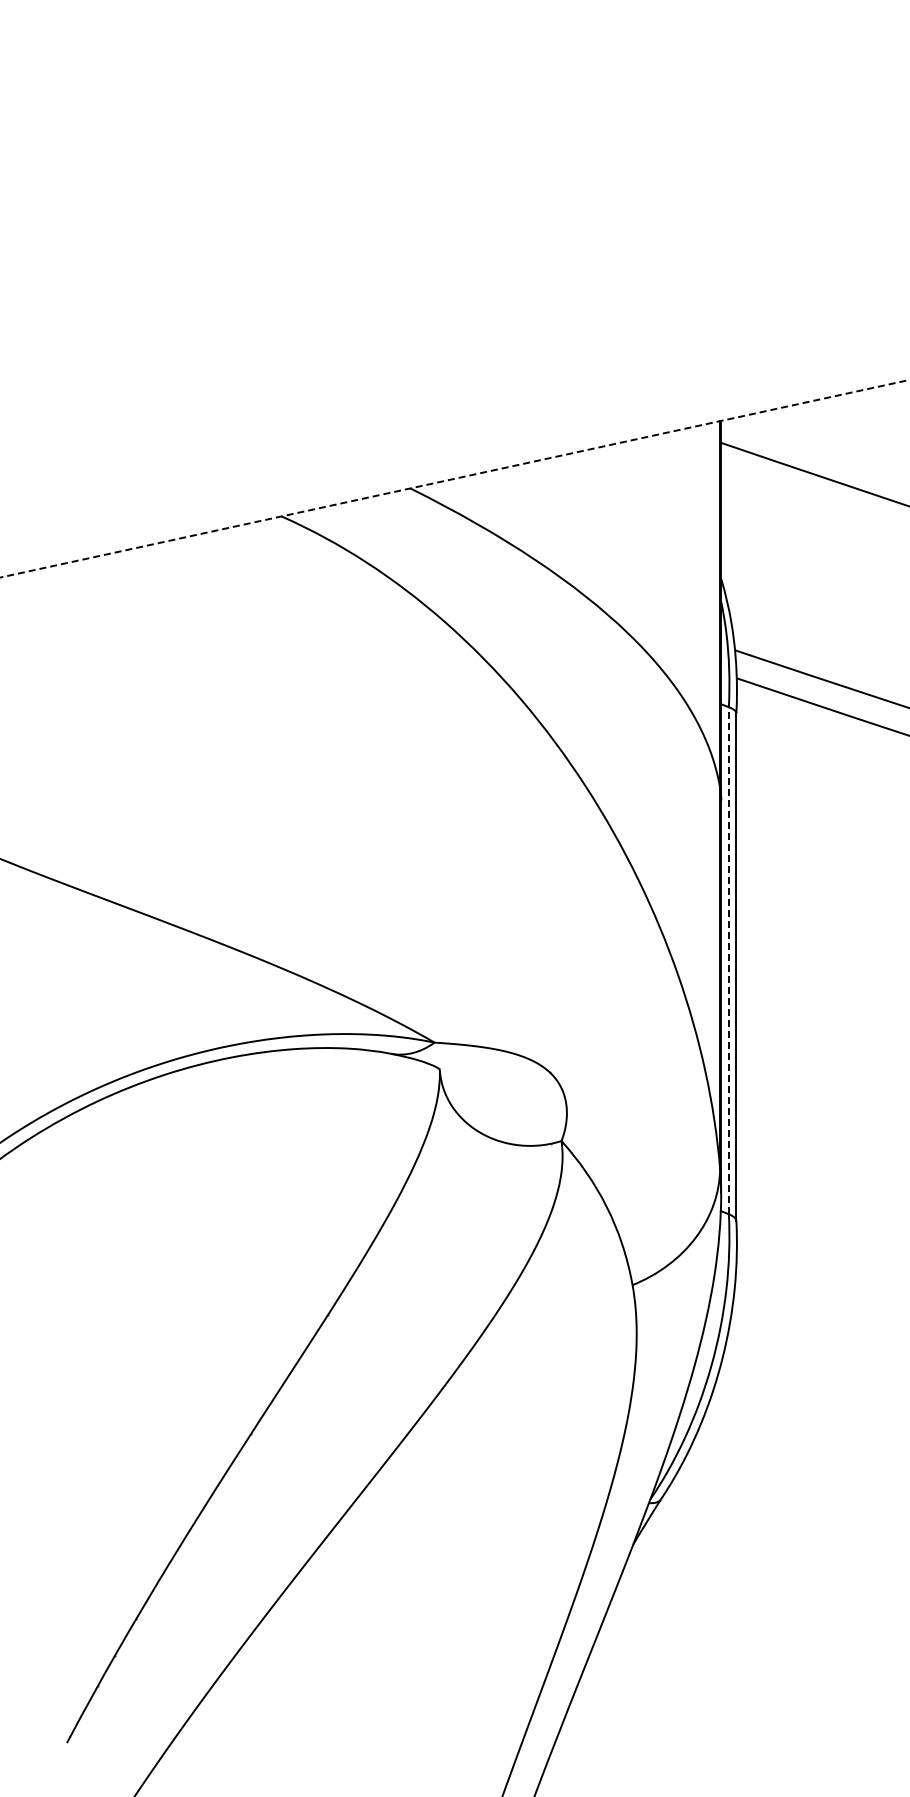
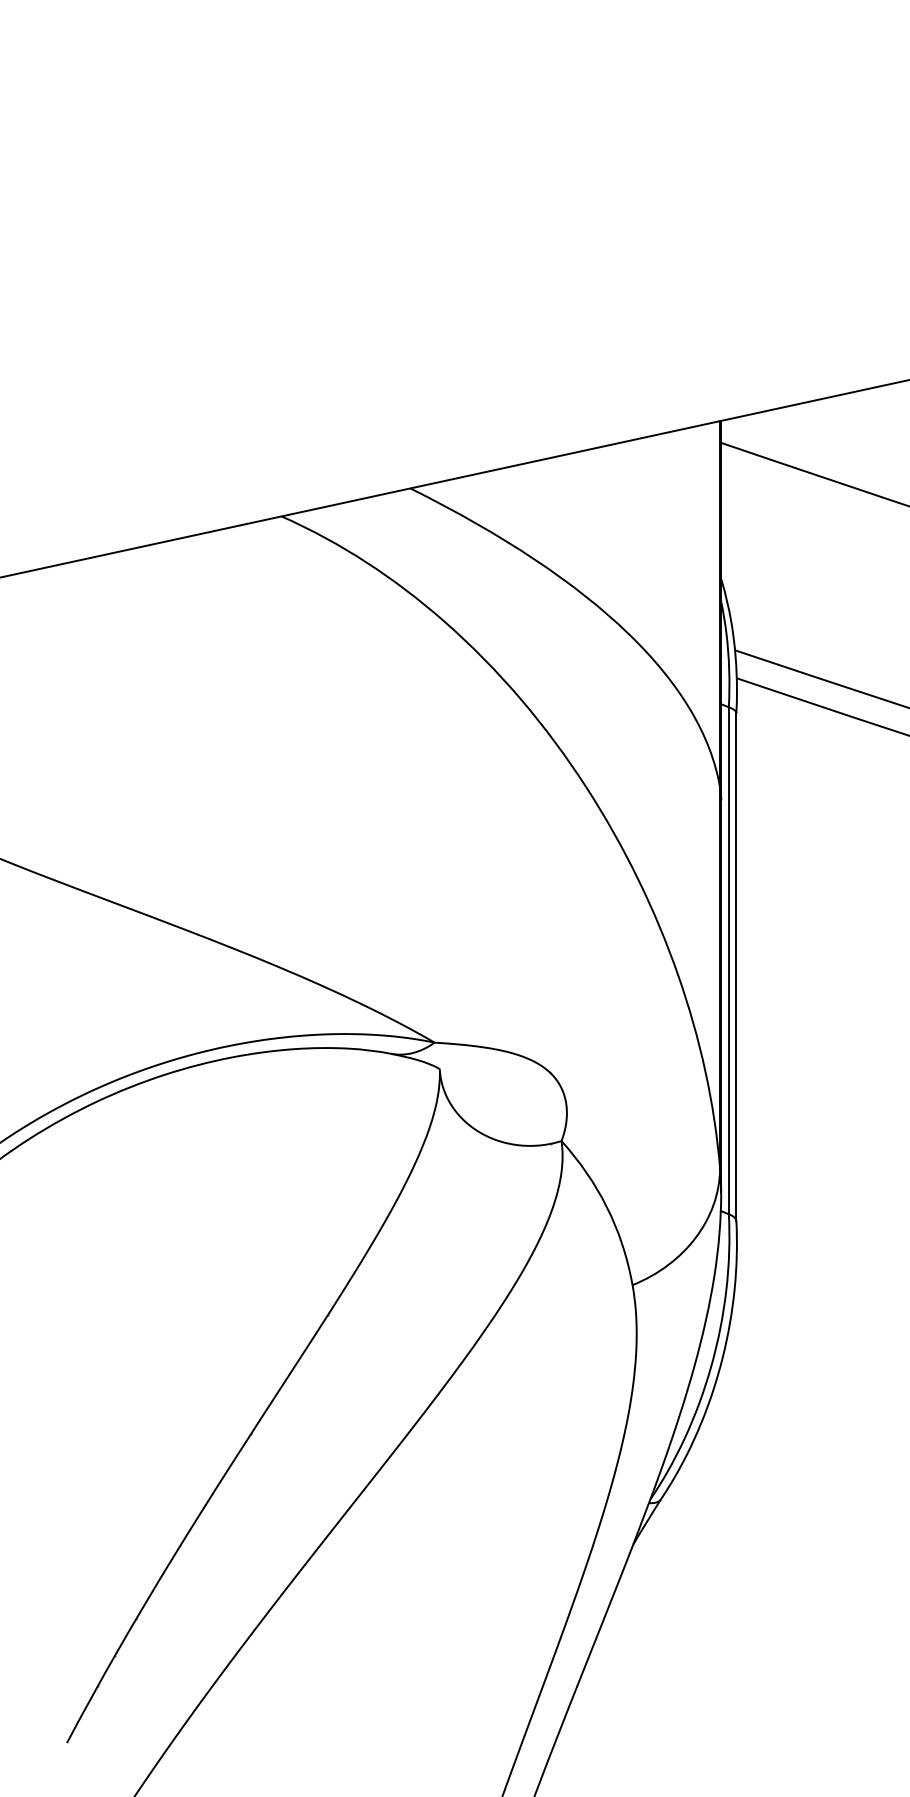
line at (454, 478): dashed -> solid
line at (728, 960): dashed -> solid
